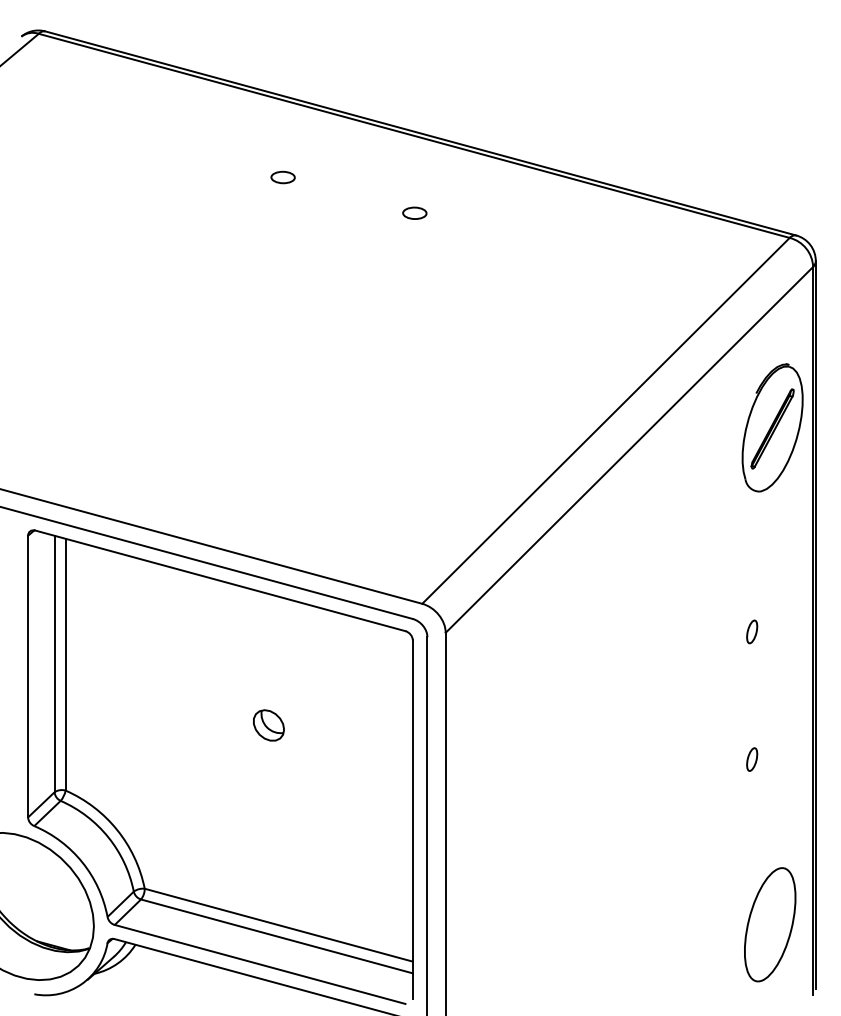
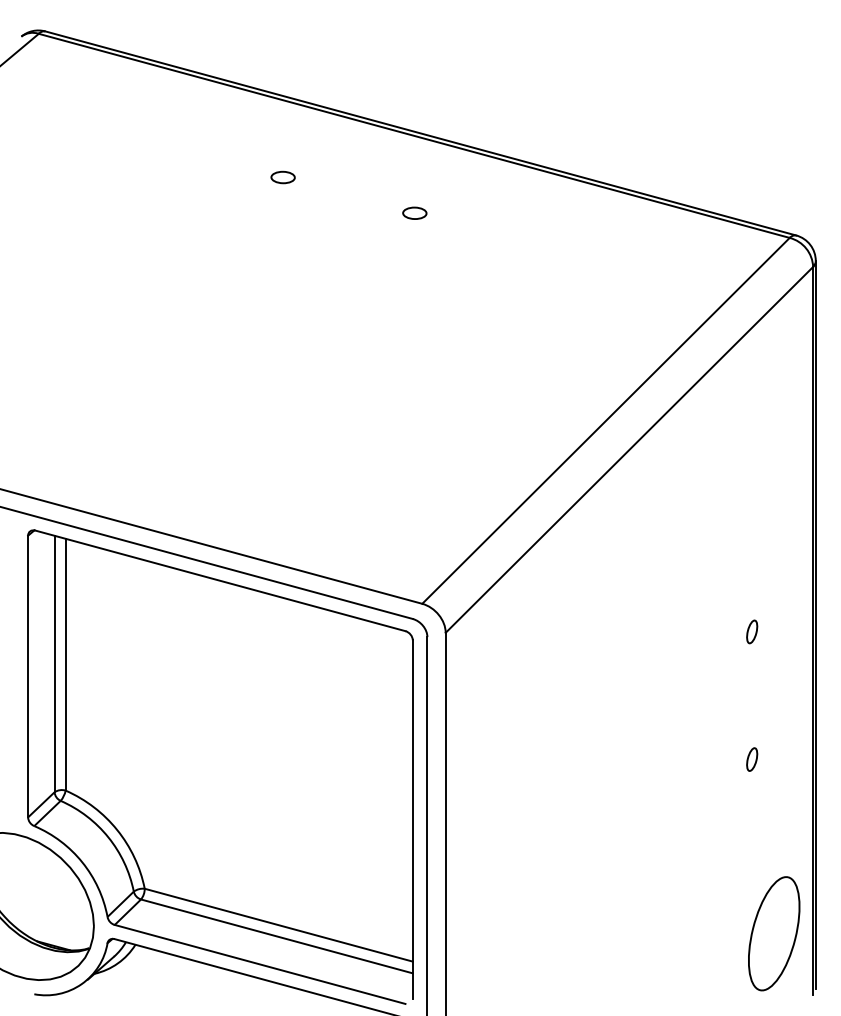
part at (772, 427): present -> none
part at (268, 725): present -> none
part at (770, 924) position: (770, 924) -> (774, 933)
